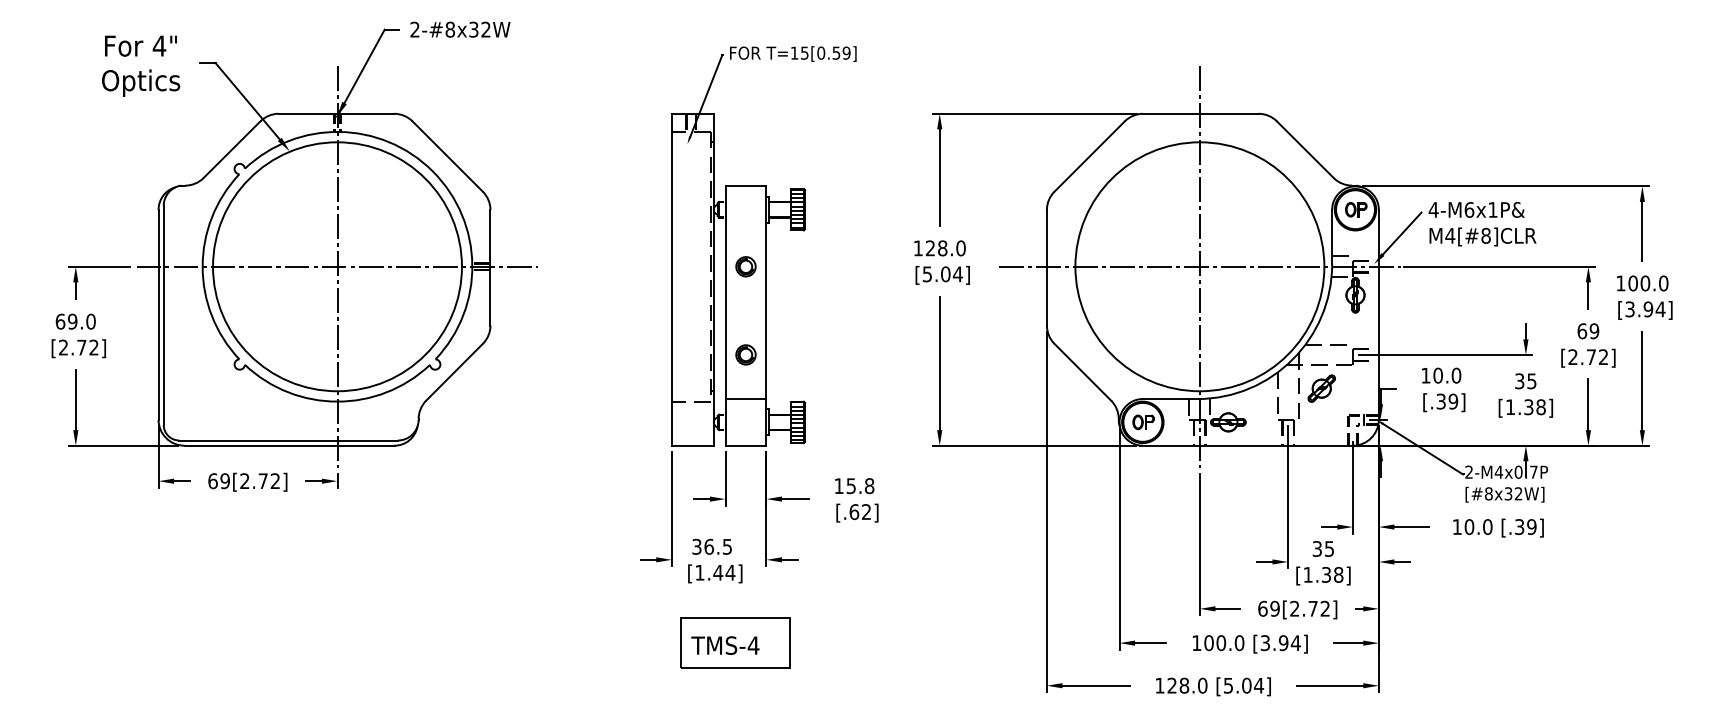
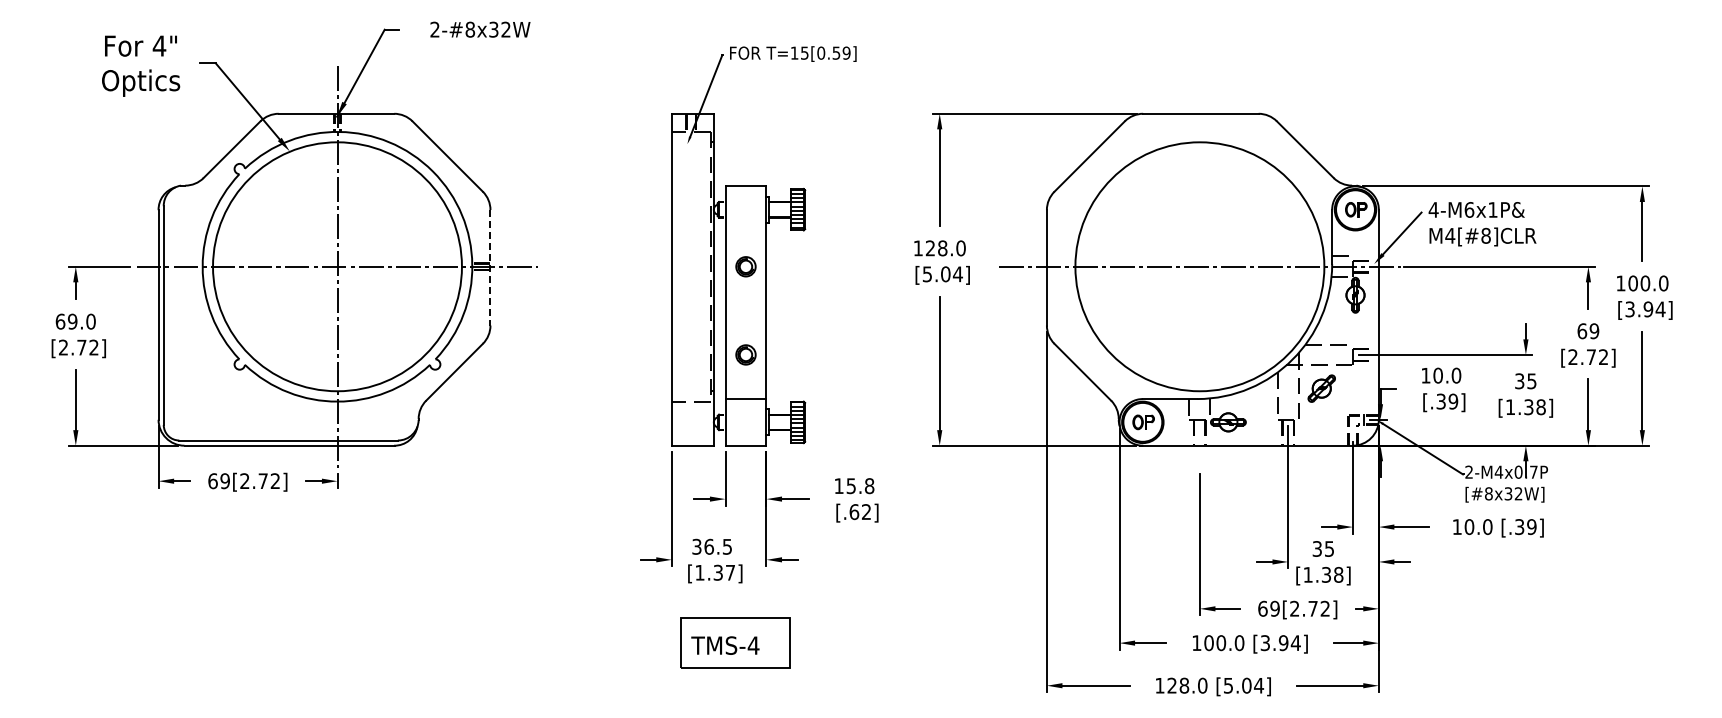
text at (460, 29) position: (460, 29) -> (480, 29)
line at (1199, 266): present -> none
line at (490, 267): solid -> dashed
text at (724, 572): [1.44] -> [1.37]
